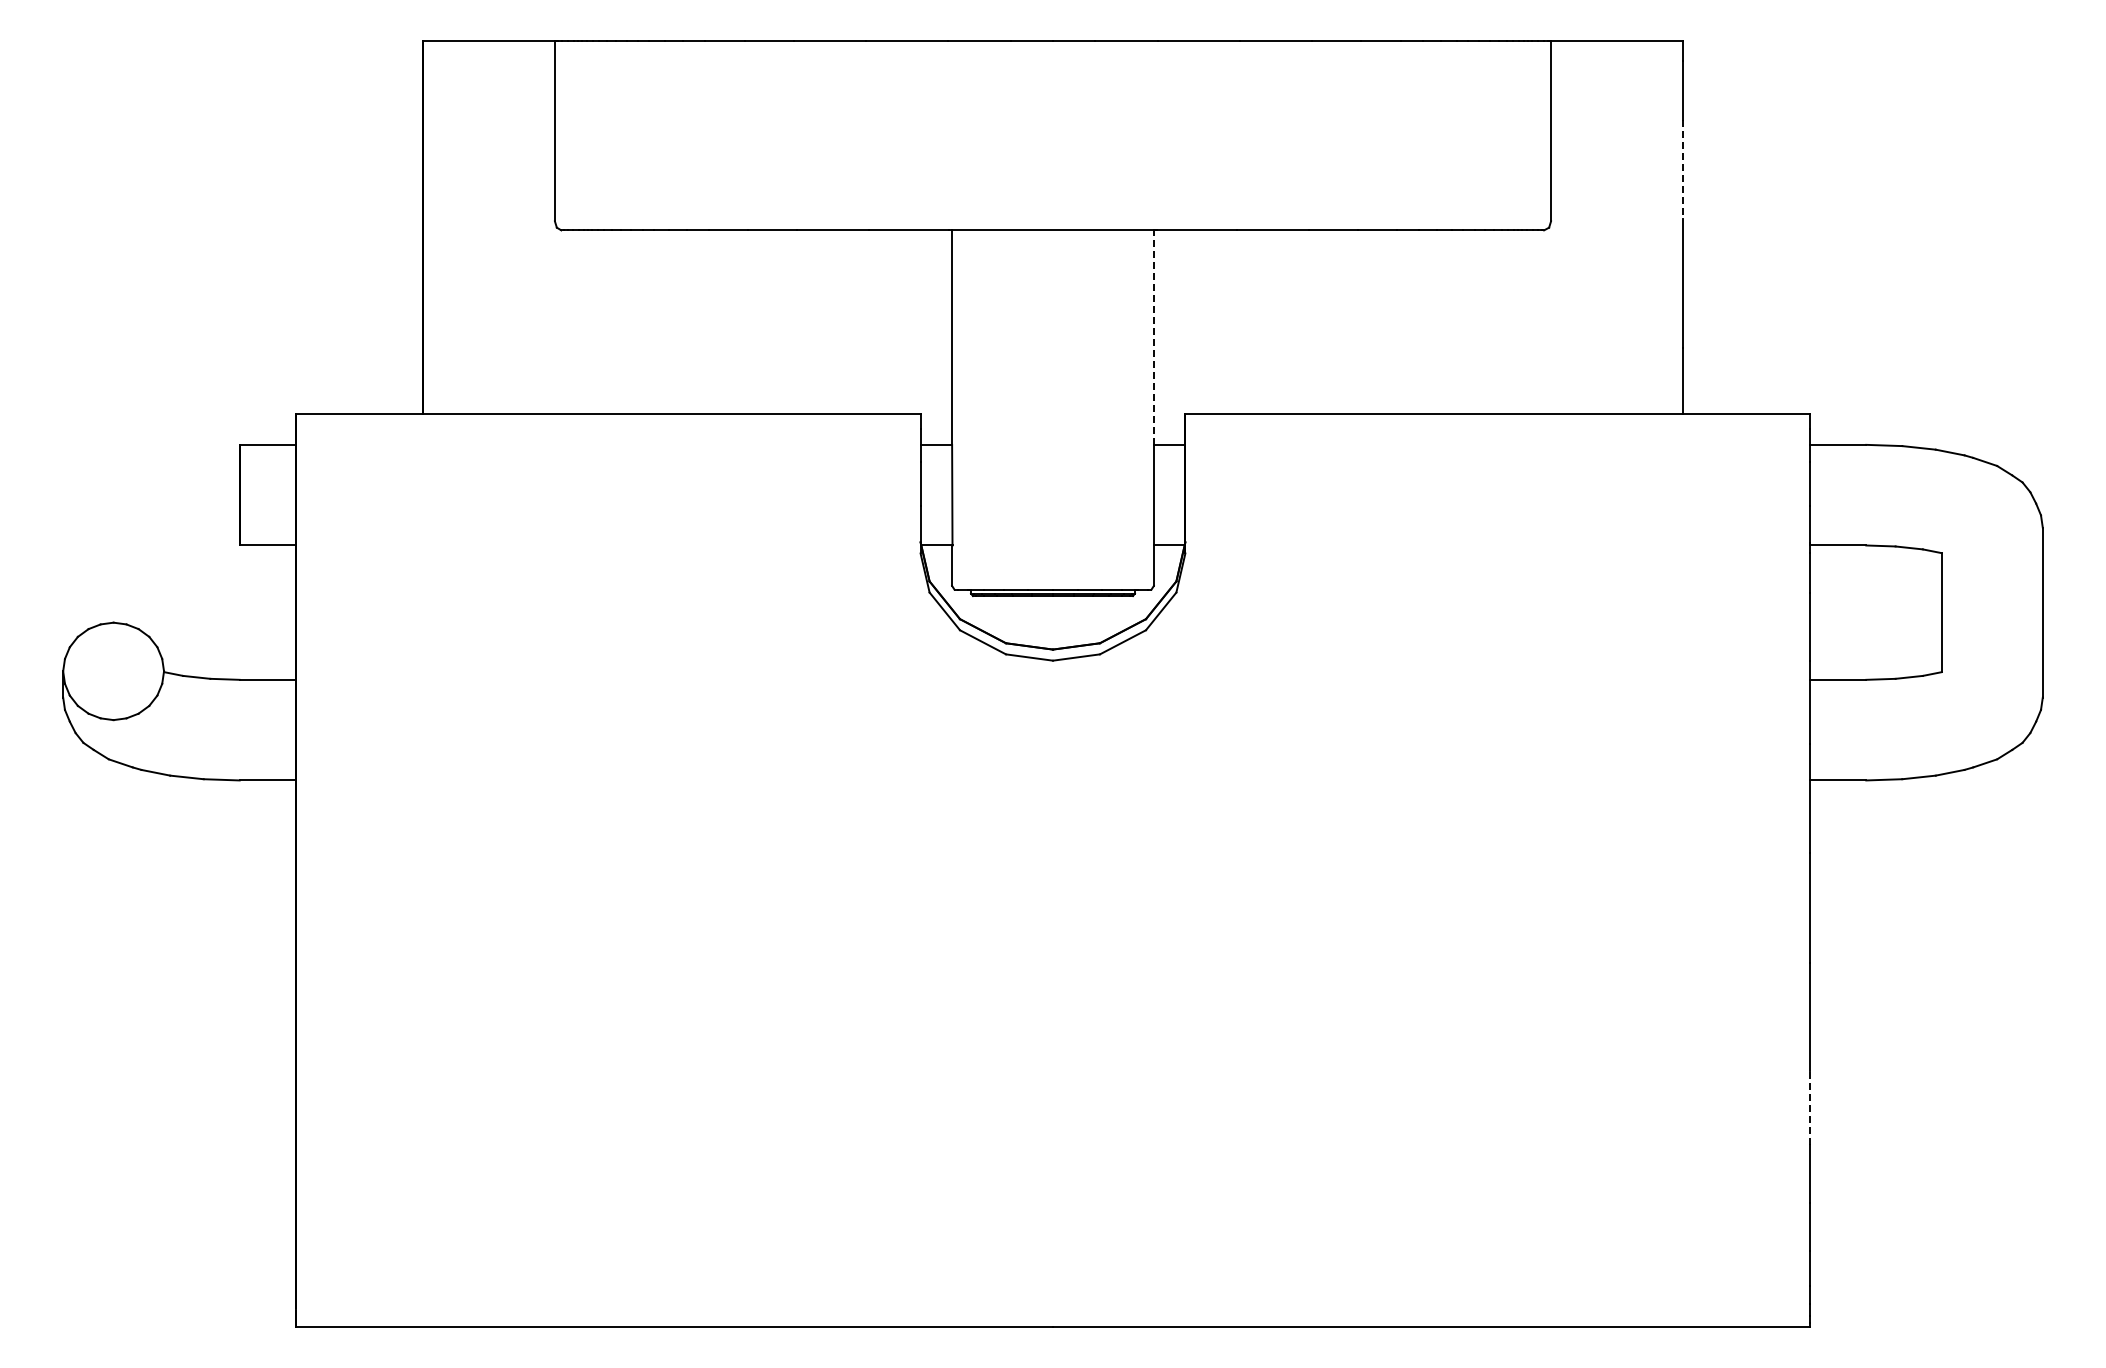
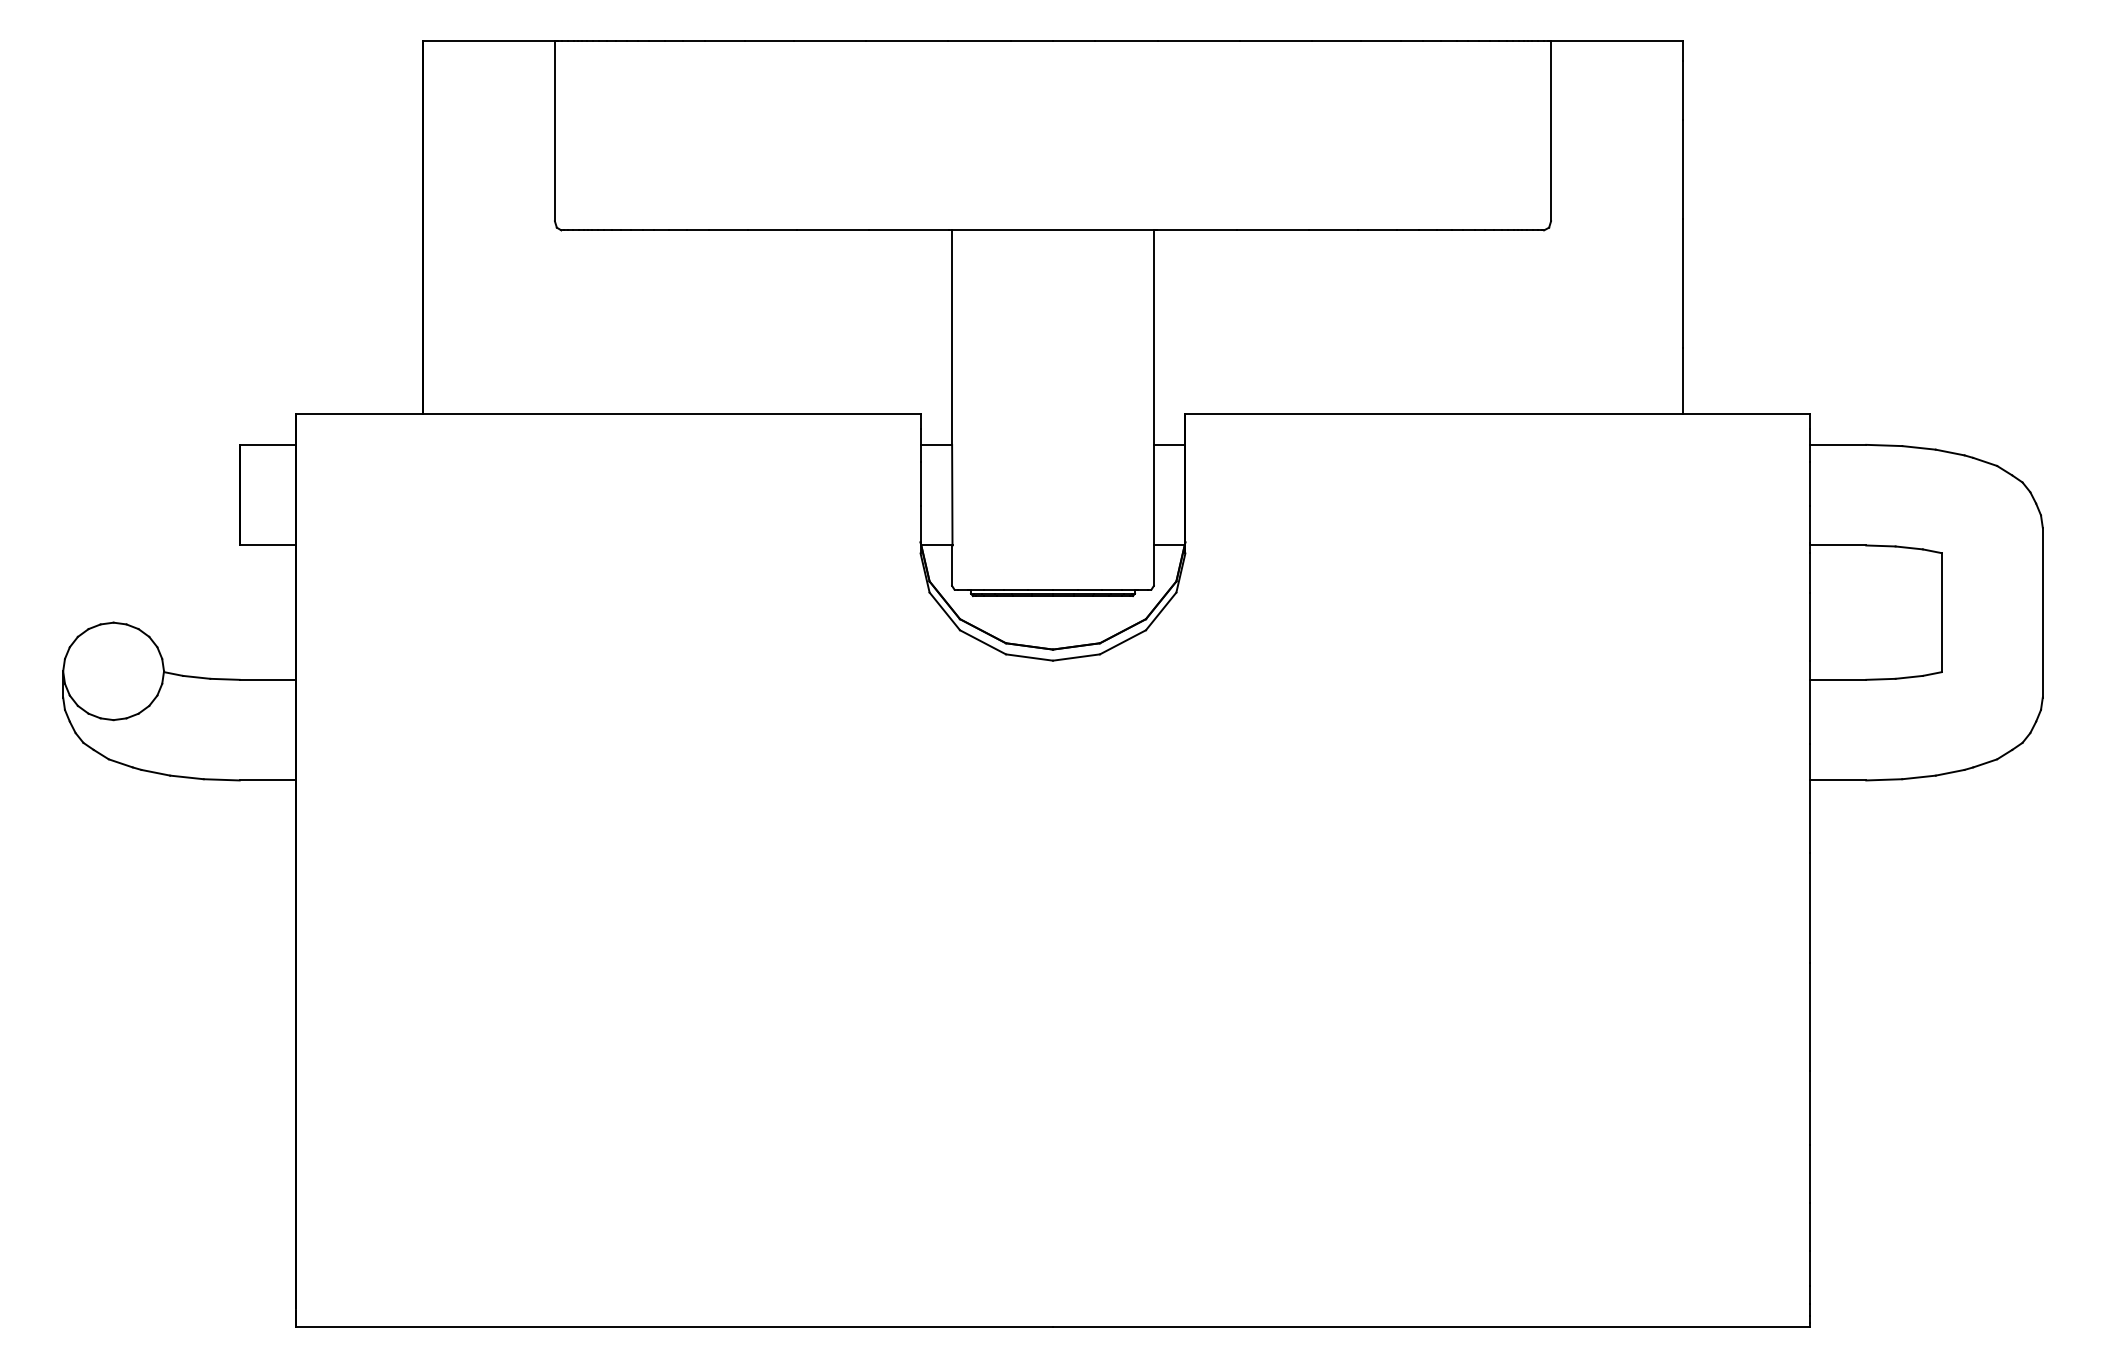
line at (1683, 170): dashed -> solid
line at (1153, 337): dashed -> solid
line at (1809, 1107): dashed -> solid
